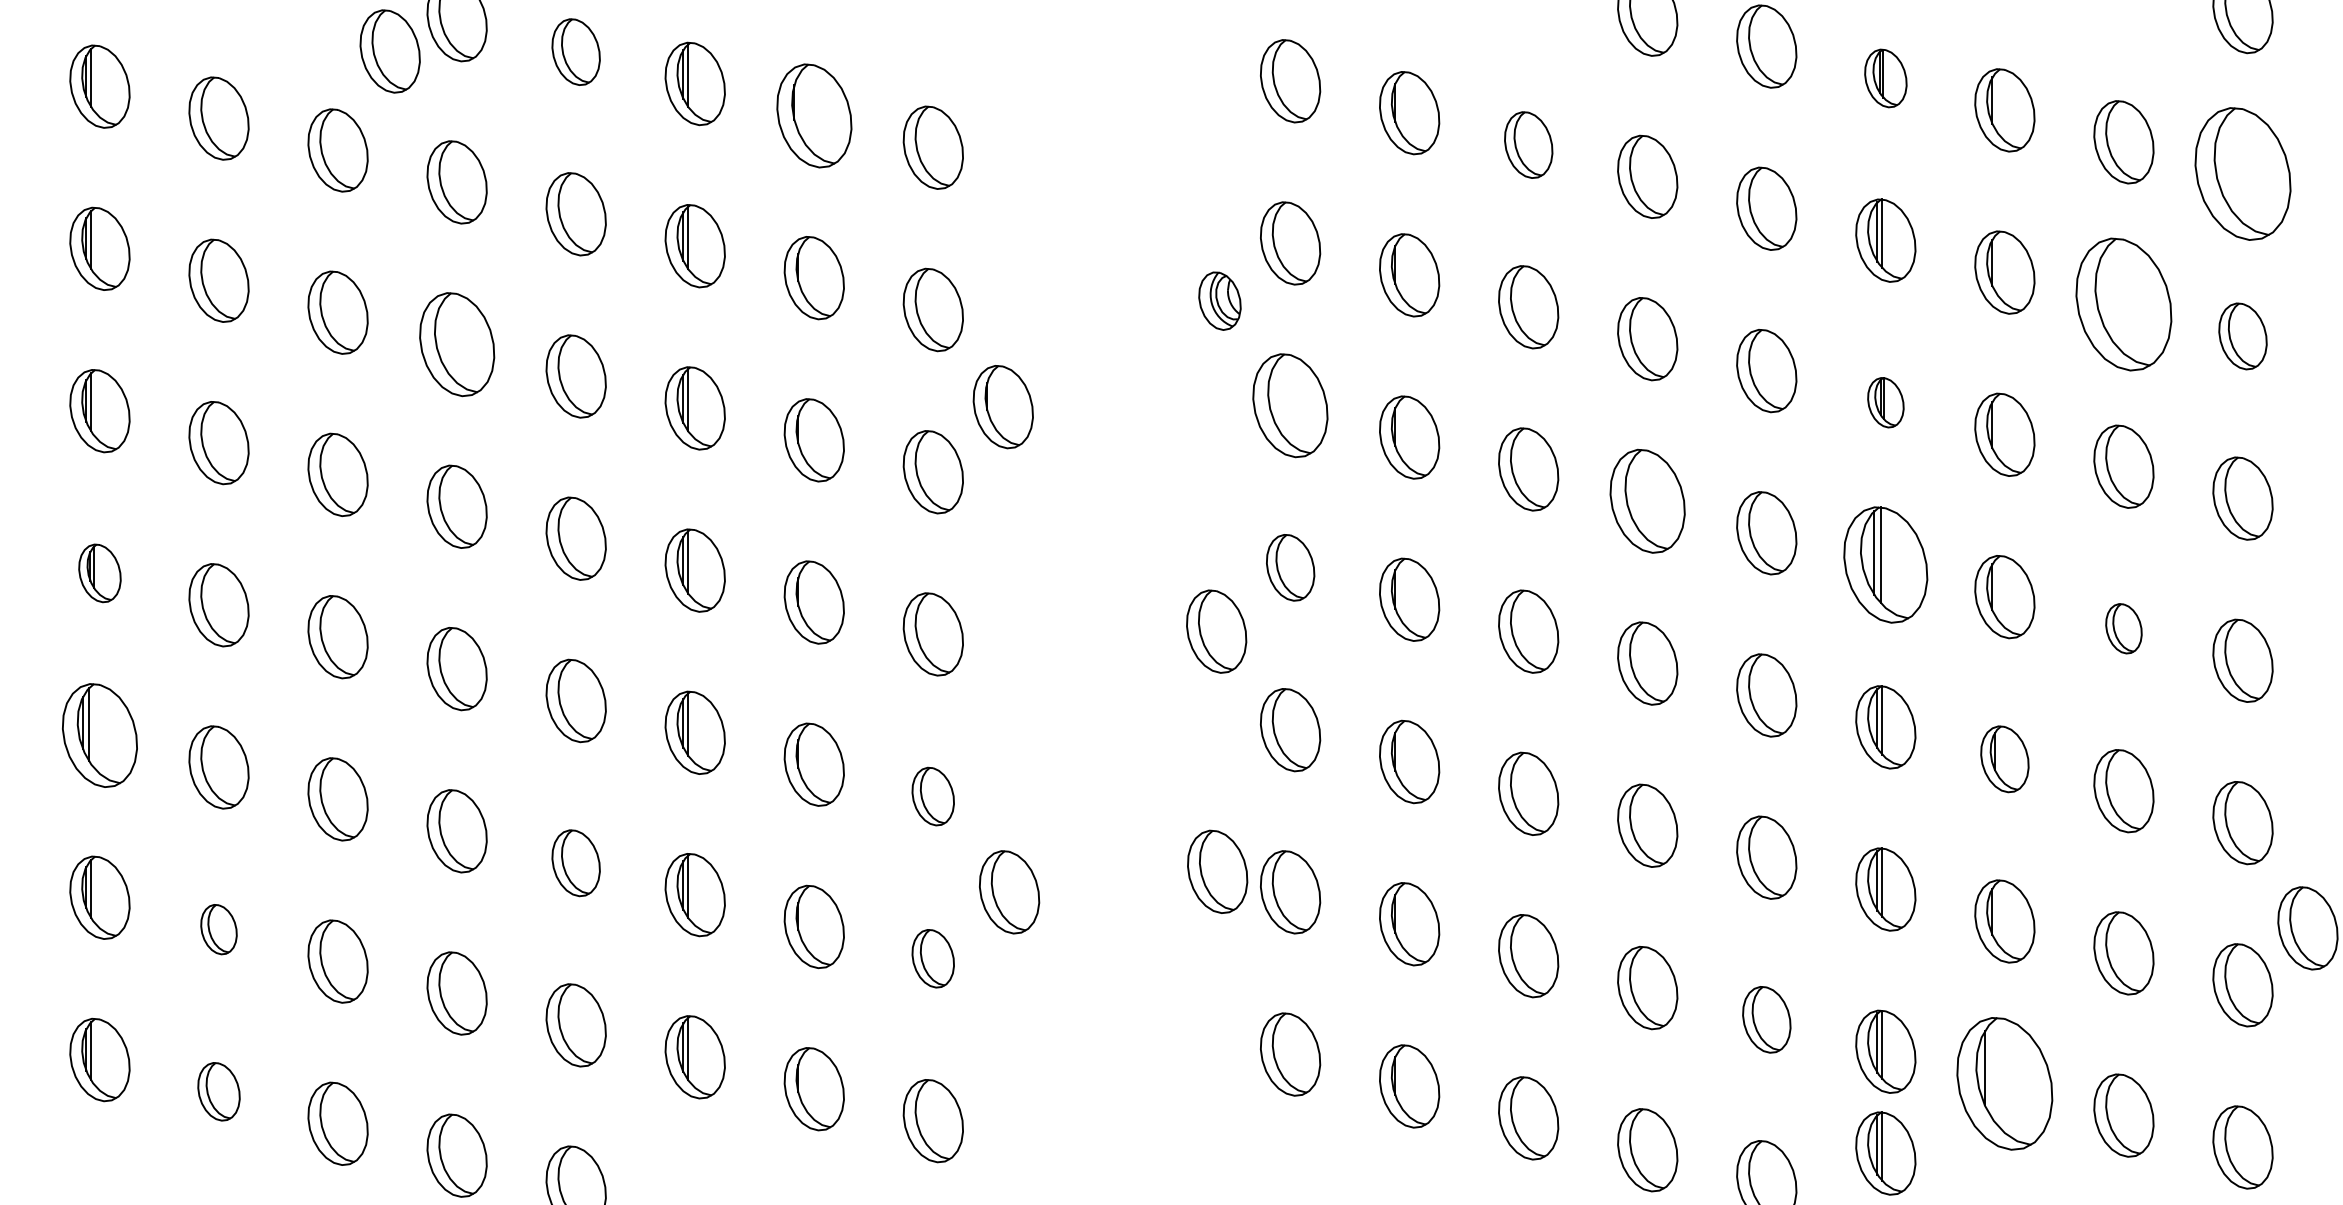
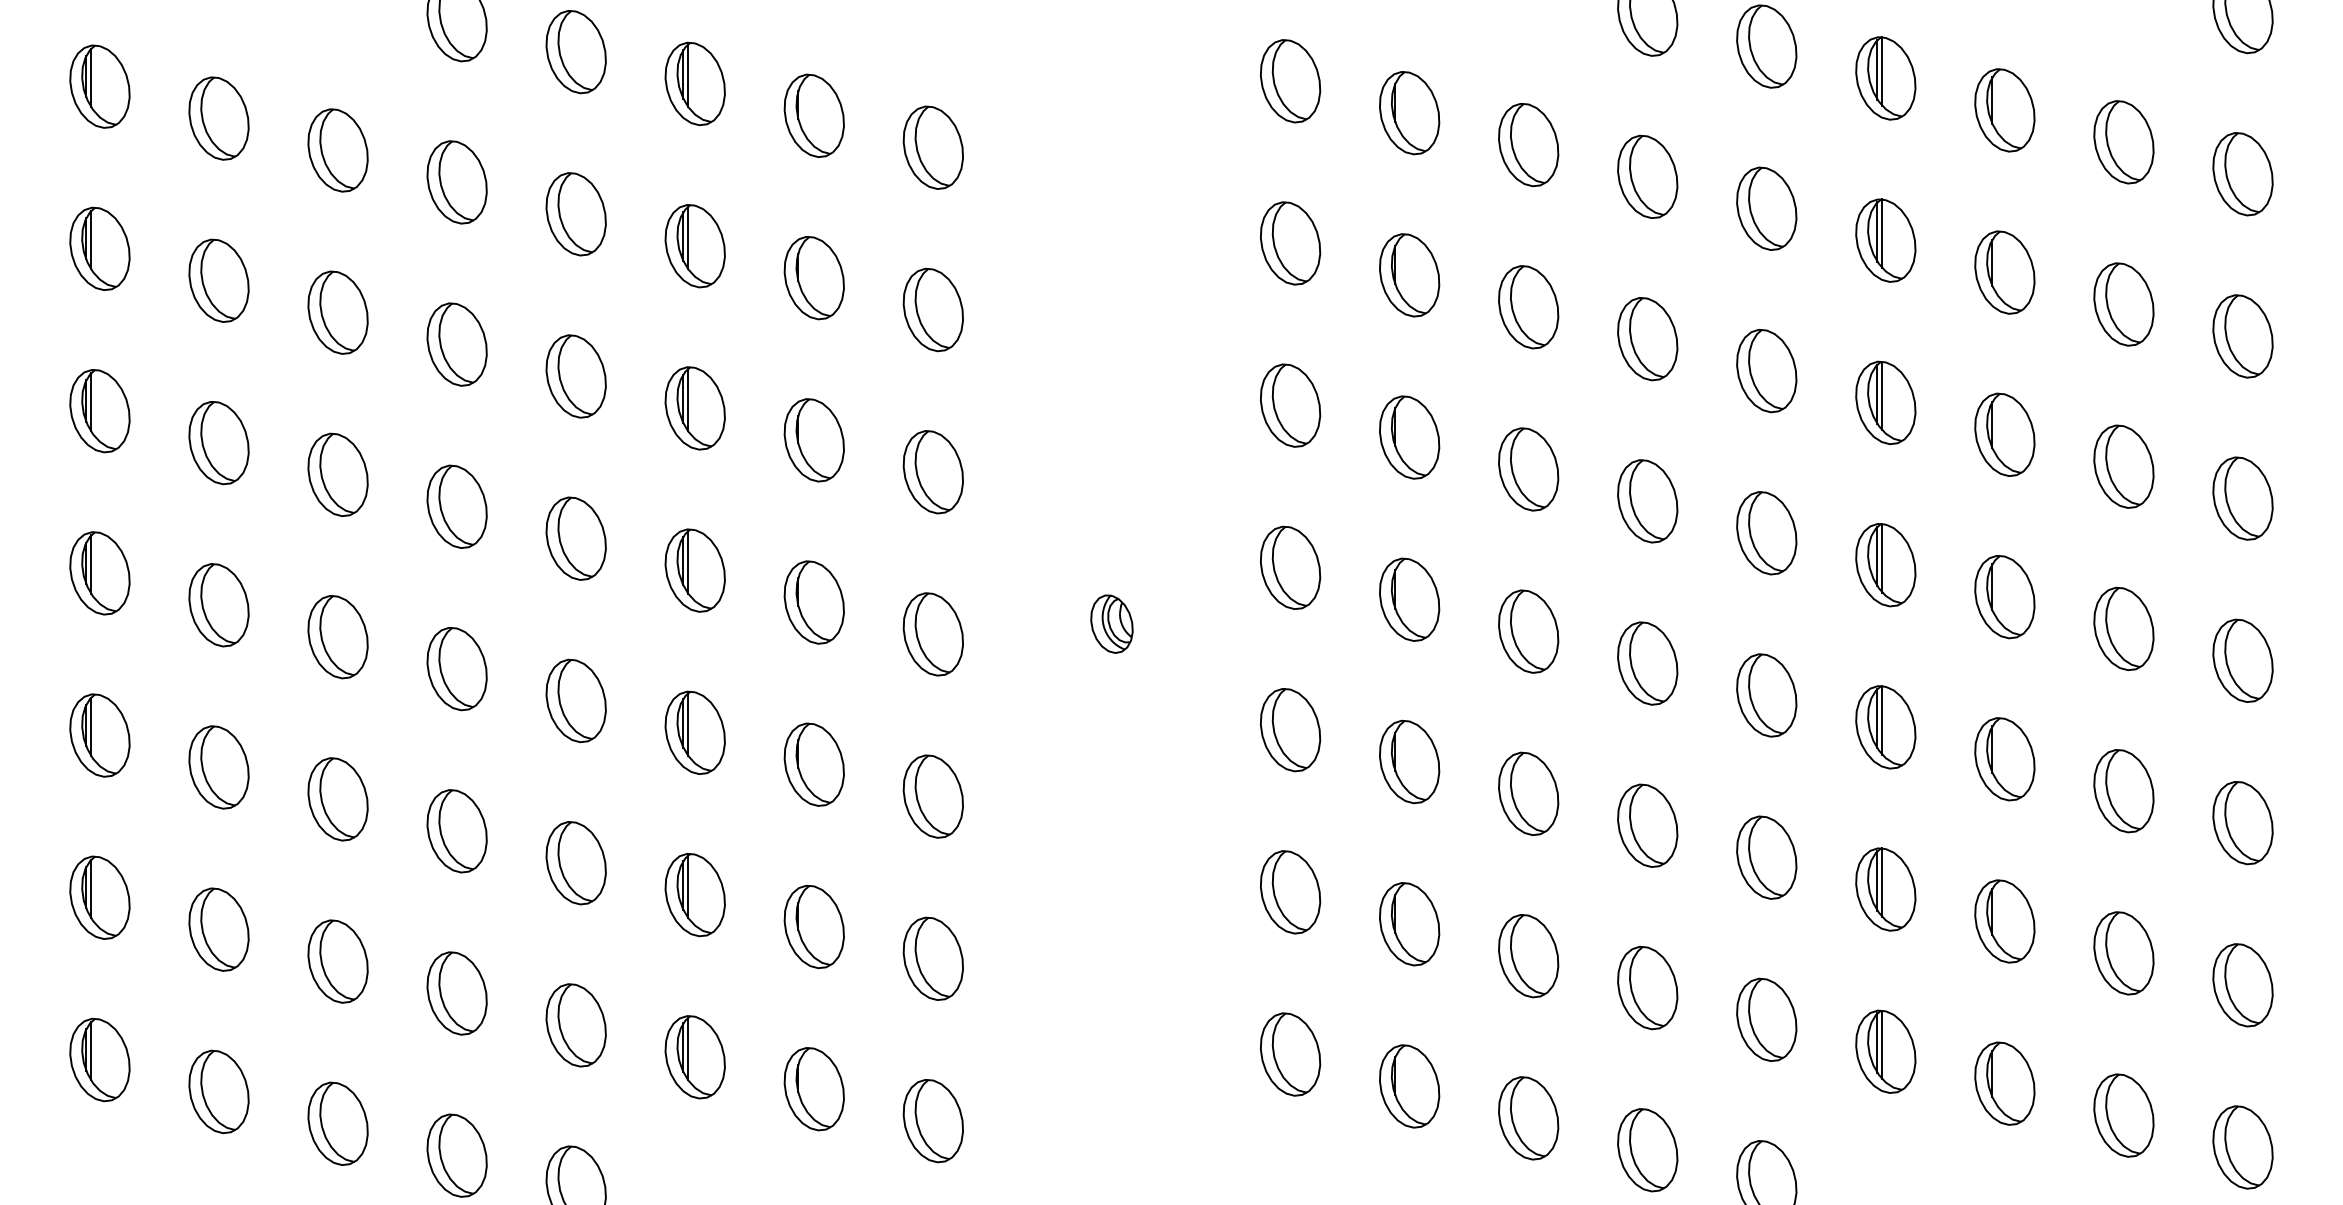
part at (389, 51): present -> none
part at (575, 51) size: 50x68 px -> 62x85 px
part at (1885, 78) size: 44x61 px -> 62x85 px
part at (814, 115) size: 77x106 px -> 62x85 px
part at (1528, 144) size: 50x68 px -> 62x85 px
part at (2242, 173) size: 98x134 px -> 62x85 px
part at (1219, 300) position: (1219, 300) -> (1111, 623)
part at (2123, 304) size: 98x135 px -> 62x85 px
part at (2242, 336) size: 50x69 px -> 62x85 px
part at (457, 344) size: 77x106 px -> 62x85 px
part at (1885, 402) size: 38x52 px -> 62x85 px
part at (1290, 405) size: 77x106 px -> 62x85 px
part at (1002, 407): present -> none
part at (1647, 500) size: 77x106 px -> 62x85 px
part at (1885, 564) size: 86x118 px -> 62x85 px
part at (1290, 567) size: 50x68 px -> 62x85 px
part at (99, 573) size: 44x61 px -> 62x85 px
part at (2123, 628) size: 38x52 px -> 62x85 px
part at (1216, 631): present -> none
part at (99, 735) size: 76x105 px -> 62x85 px
part at (2004, 759) size: 50x69 px -> 62x85 px
part at (932, 796) size: 44x61 px -> 62x85 px
part at (575, 863) size: 50x69 px -> 62x85 px
part at (1217, 871): present -> none
part at (1009, 892): present -> none
part at (2307, 928): present -> none
part at (218, 929) size: 38x52 px -> 62x85 px
part at (932, 958) size: 44x60 px -> 62x85 px
part at (1766, 1019) size: 50x68 px -> 62x85 px
part at (2004, 1083) size: 98x134 px -> 62x85 px
part at (218, 1091) size: 44x60 px -> 62x85 px
part at (1885, 1153): present -> none
